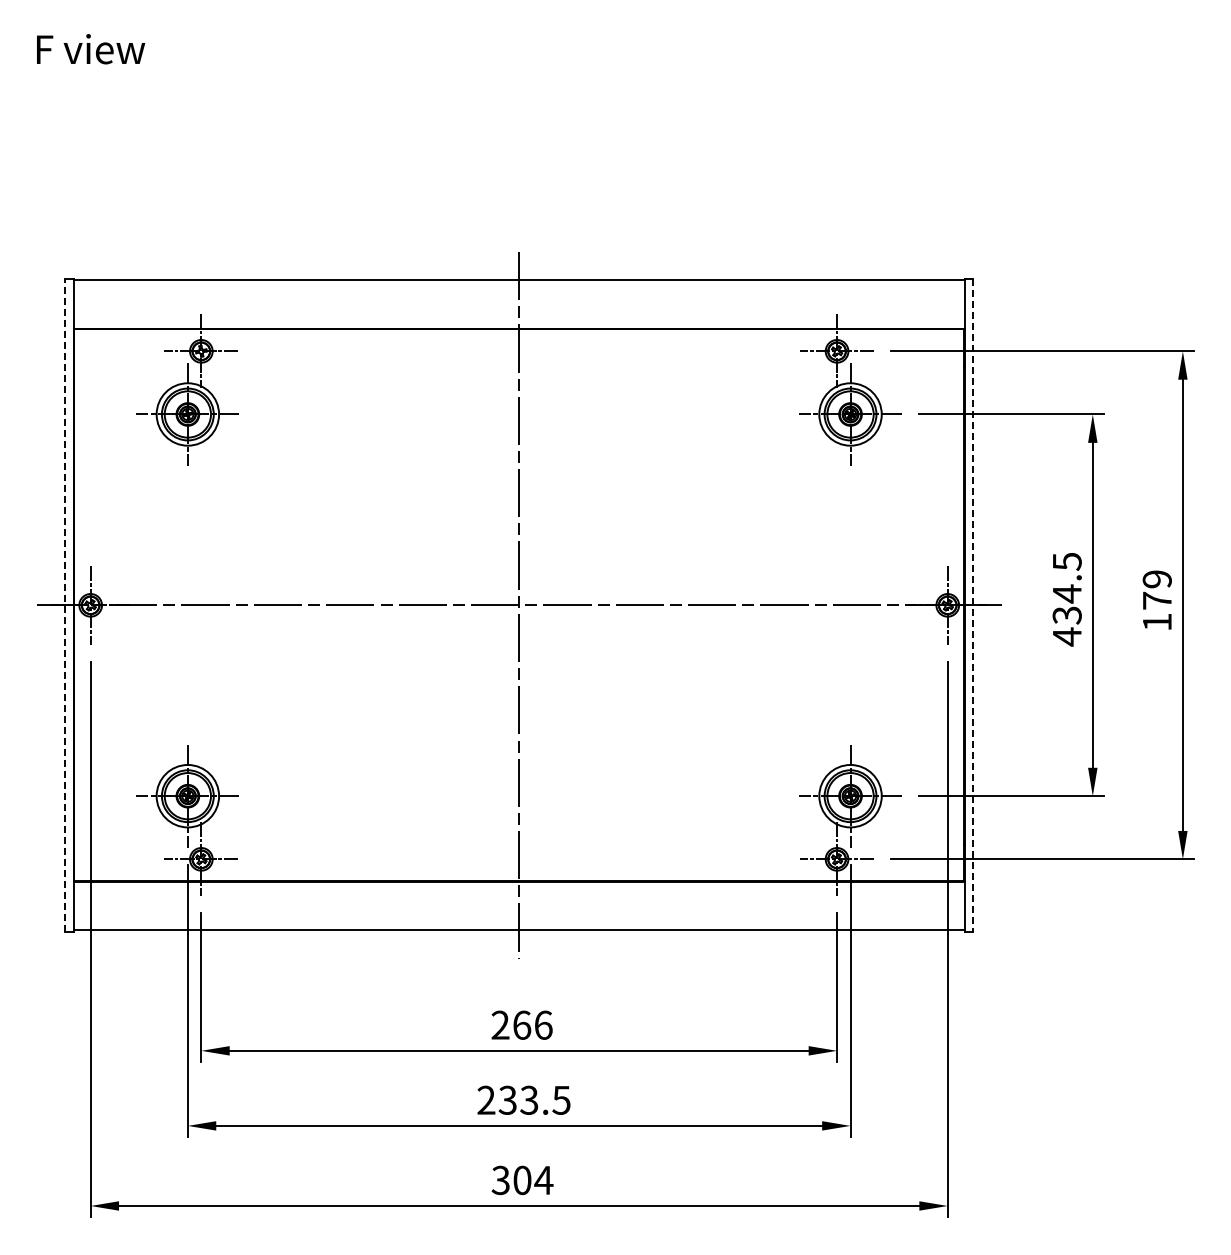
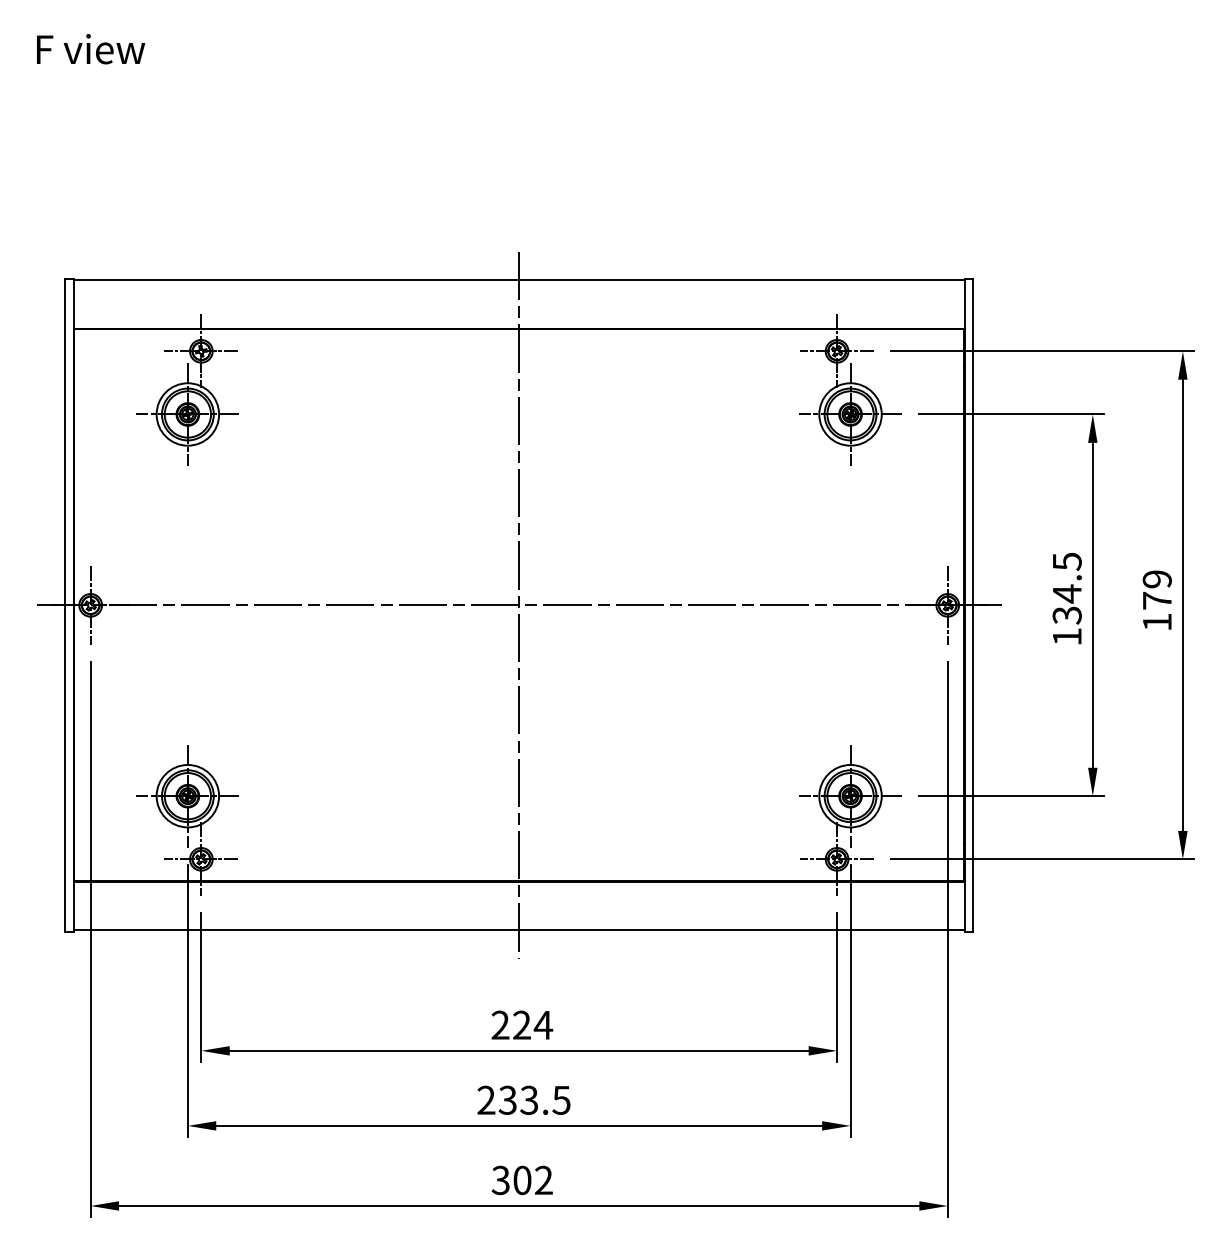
line at (65, 604): dashed -> solid
line at (973, 605): dashed -> solid
text at (1067, 636): 434.5 -> 134.5
text at (533, 1024): 266 -> 224
text at (543, 1179): 304 -> 302
